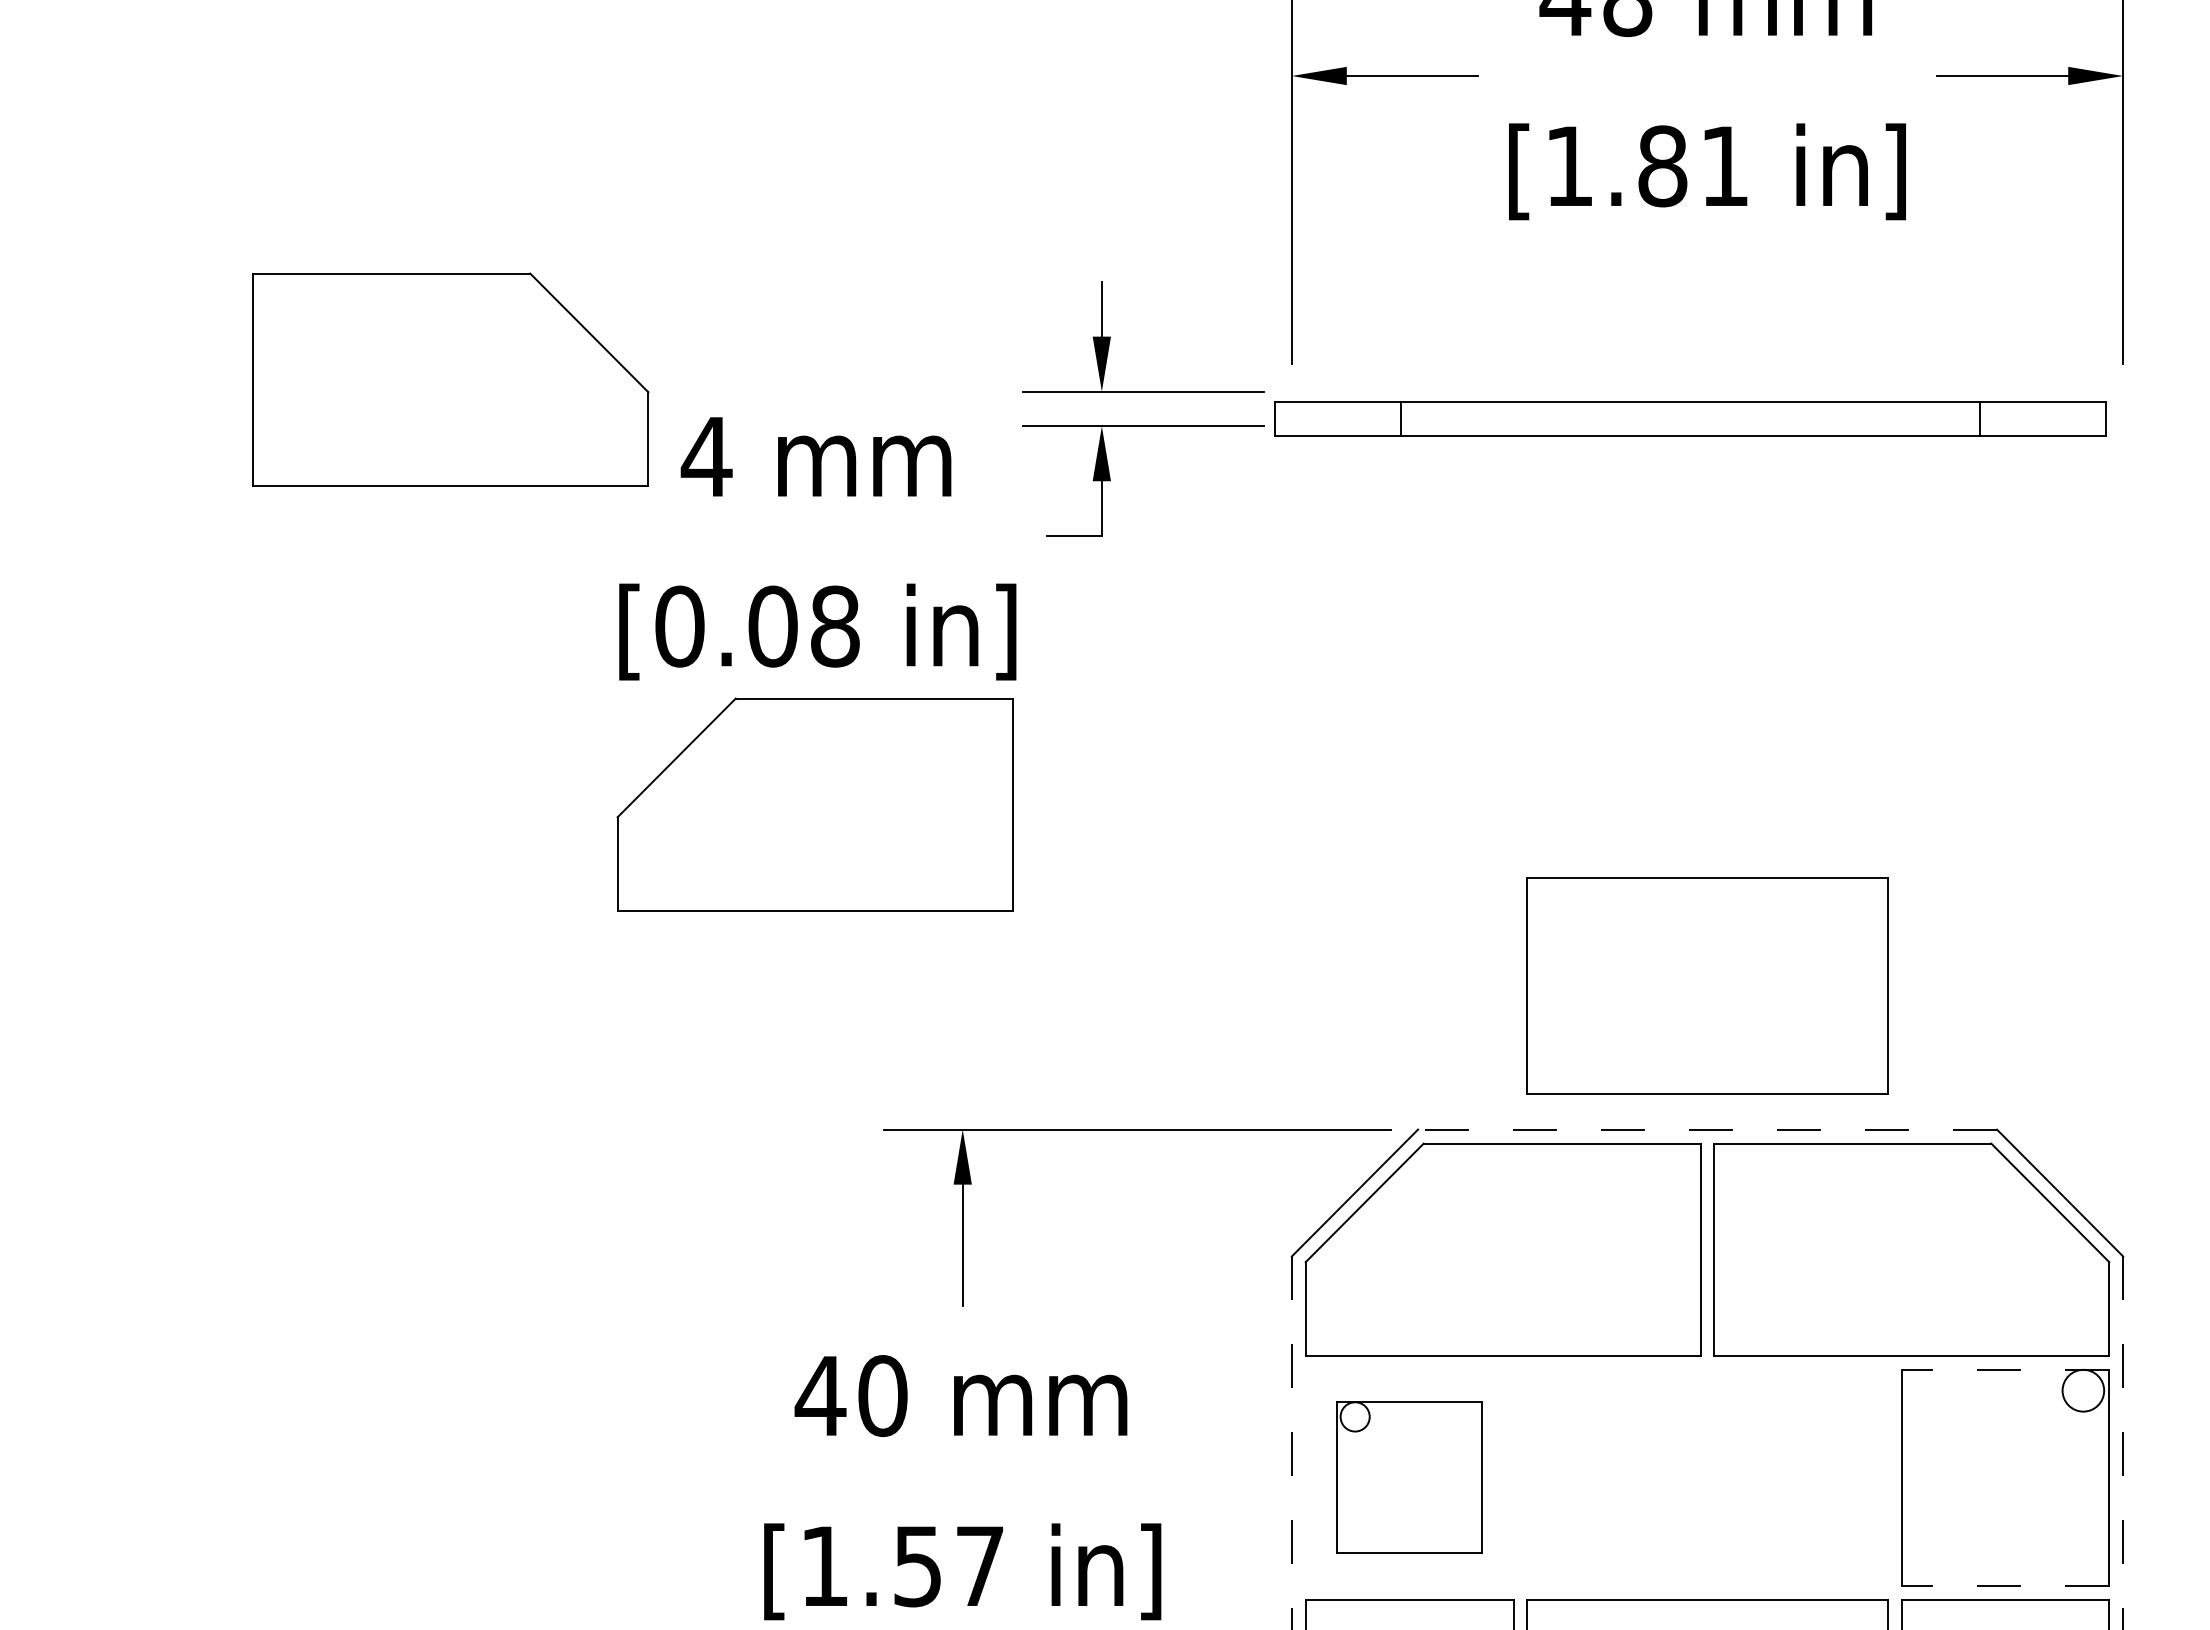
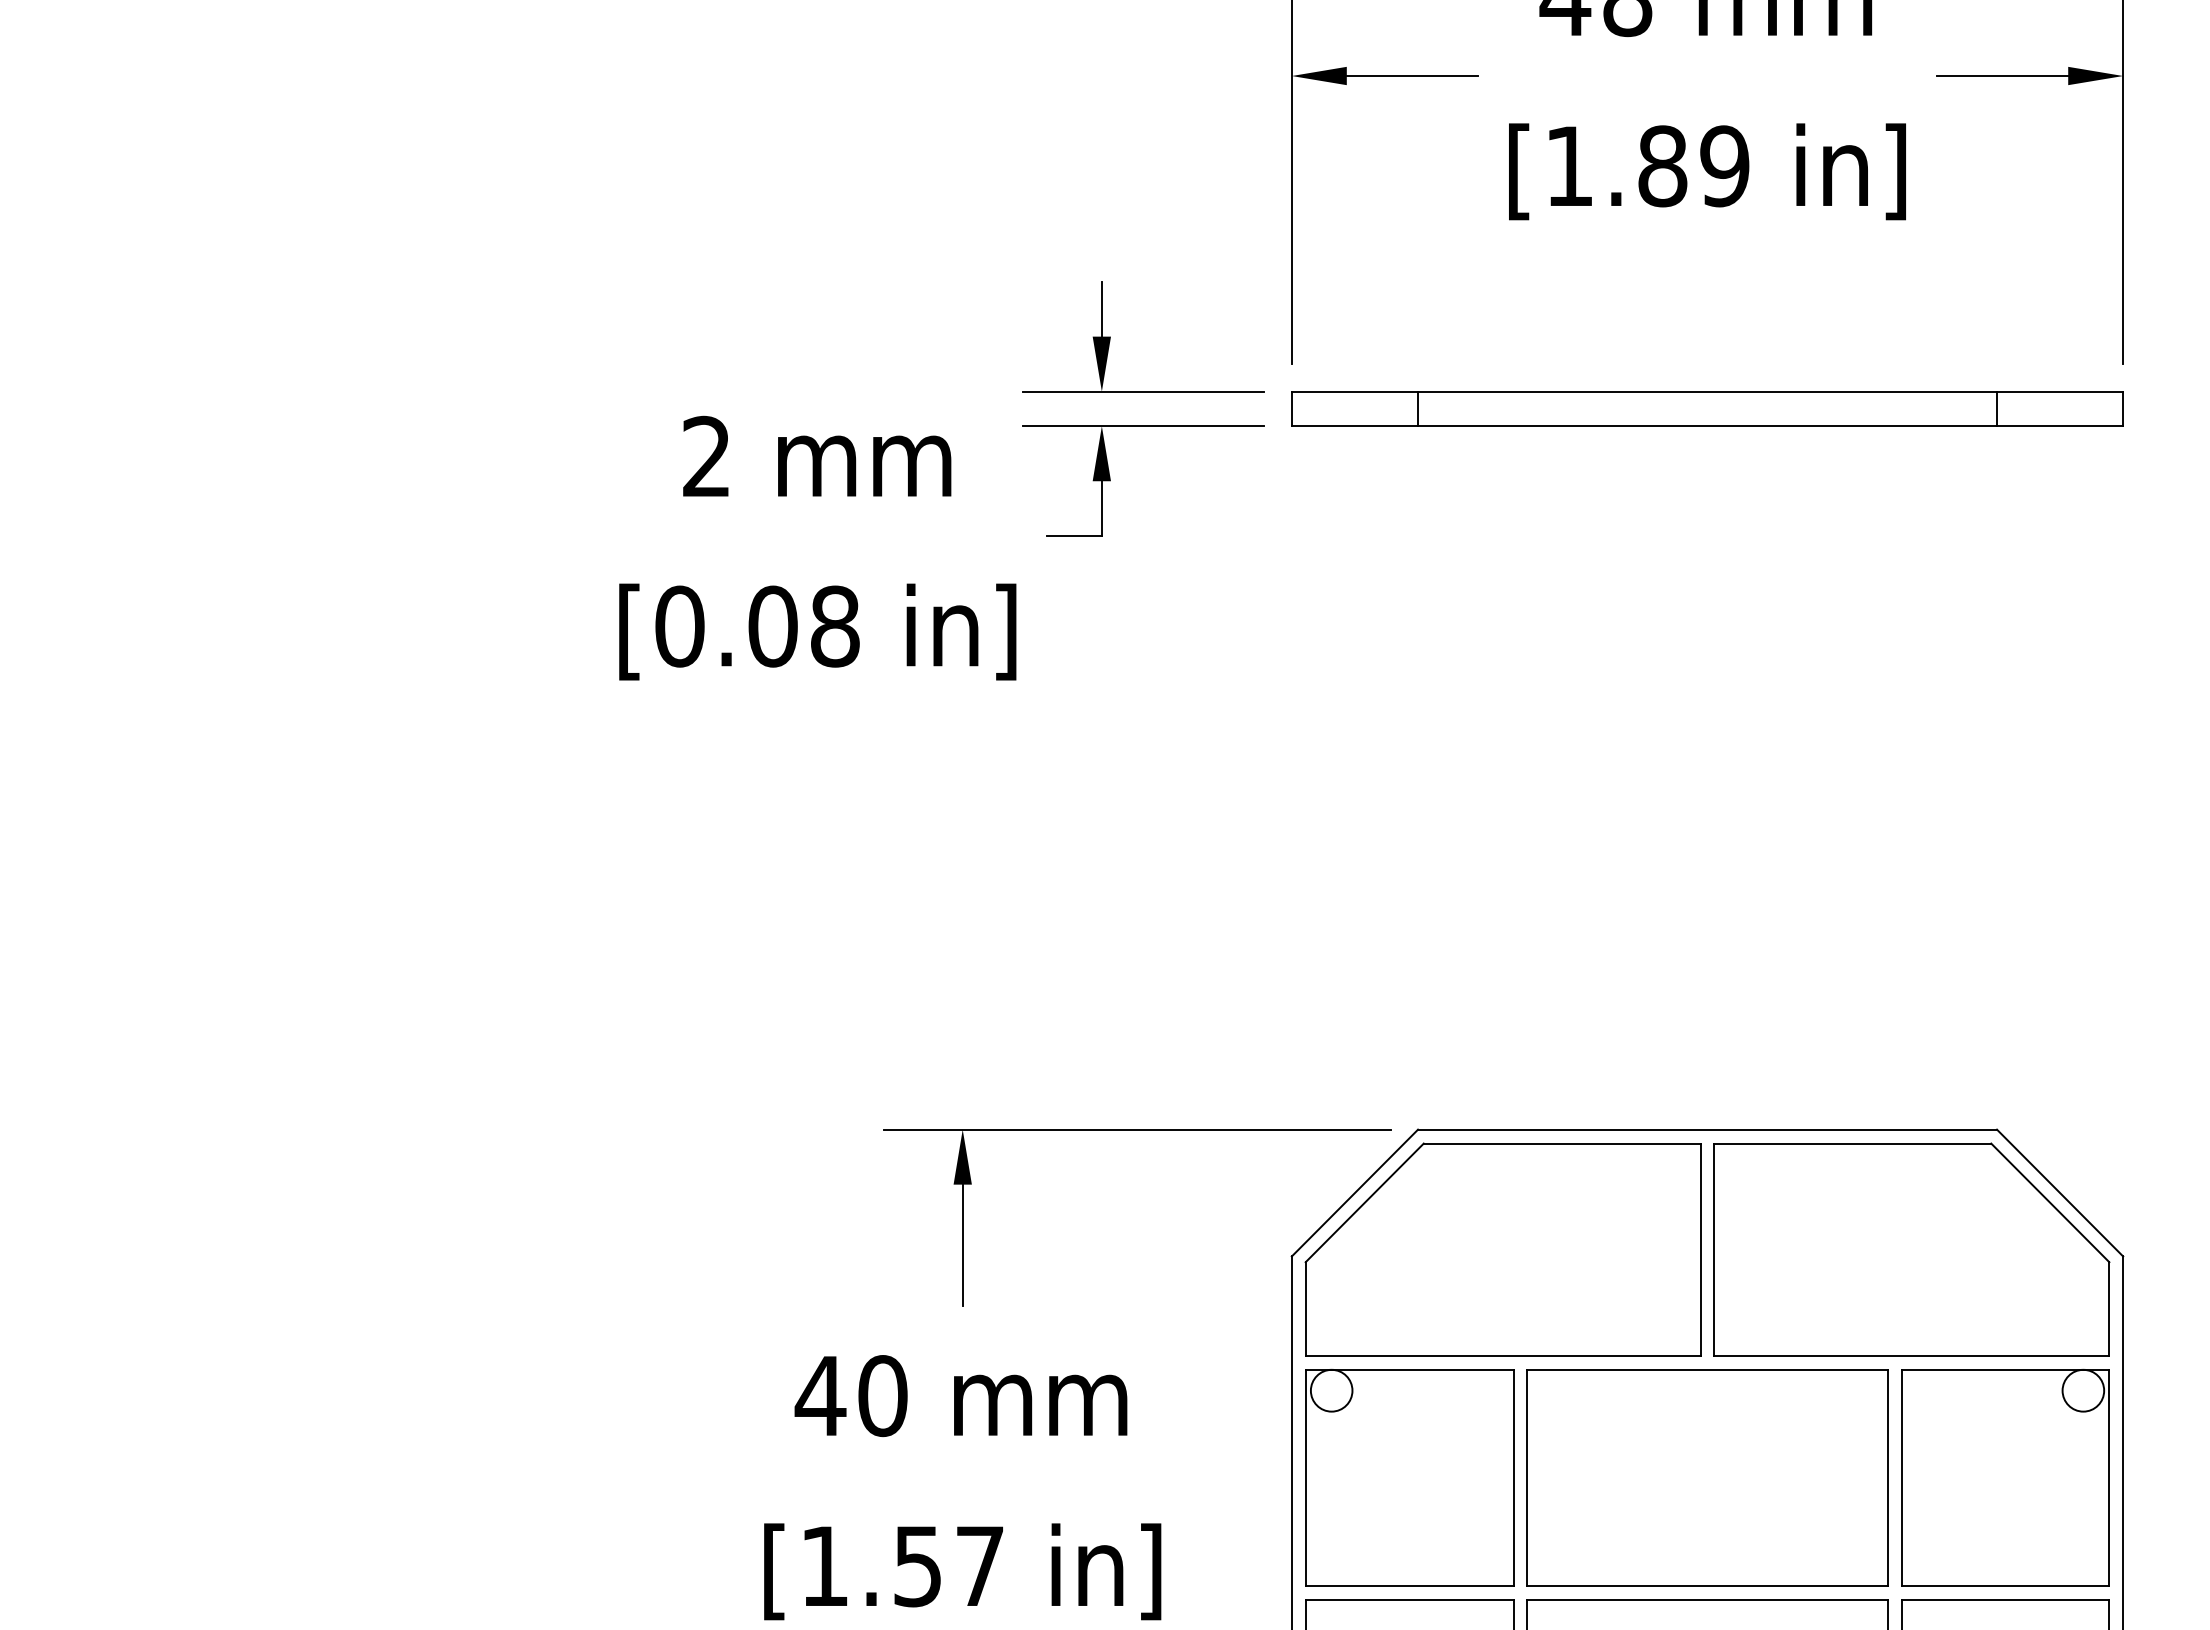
text at (1724, 166): [1.81 -> [1.89
part at (450, 379): present -> none
part at (1690, 418) position: (1690, 418) -> (1707, 408)
text at (706, 455): 4 -> 2
part at (814, 804): present -> none
part at (1707, 985) position: (1707, 985) -> (1707, 1477)
line at (1707, 1129): dashed -> solid
line at (2005, 1369): dashed -> solid
line at (1291, 1443): dashed -> solid
line at (2123, 1443): dashed -> solid
part at (1409, 1477) size: 147x153 px -> 210x218 px
line at (2005, 1585): dashed -> solid
